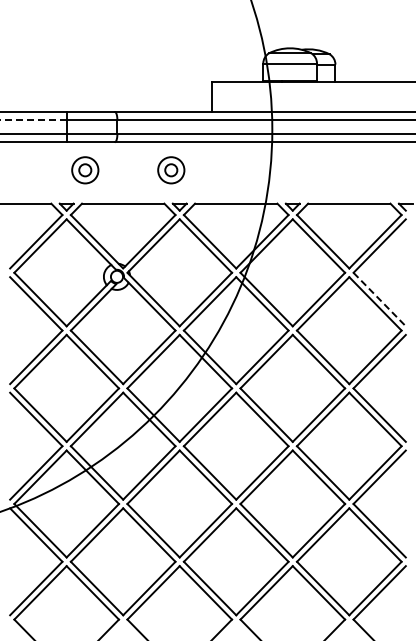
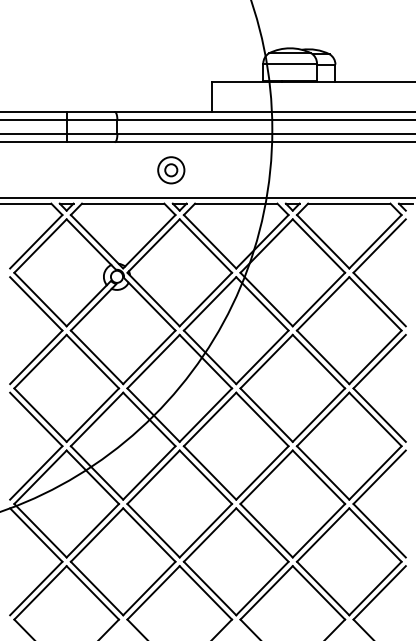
line at (33, 120): dashed -> solid
part at (85, 170): present -> none
line at (207, 197): none -> present
line at (380, 299): dashed -> solid
